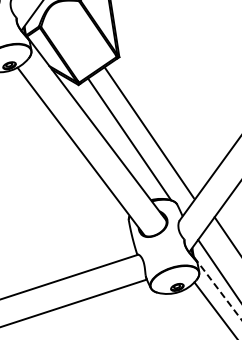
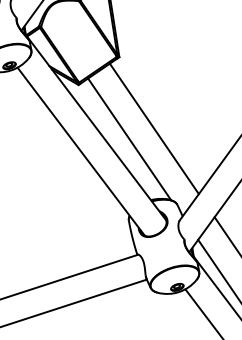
line at (148, 132) position: (148, 132) -> (153, 128)
line at (218, 288): dashed -> solid
line at (214, 309) position: (214, 309) -> (203, 312)
